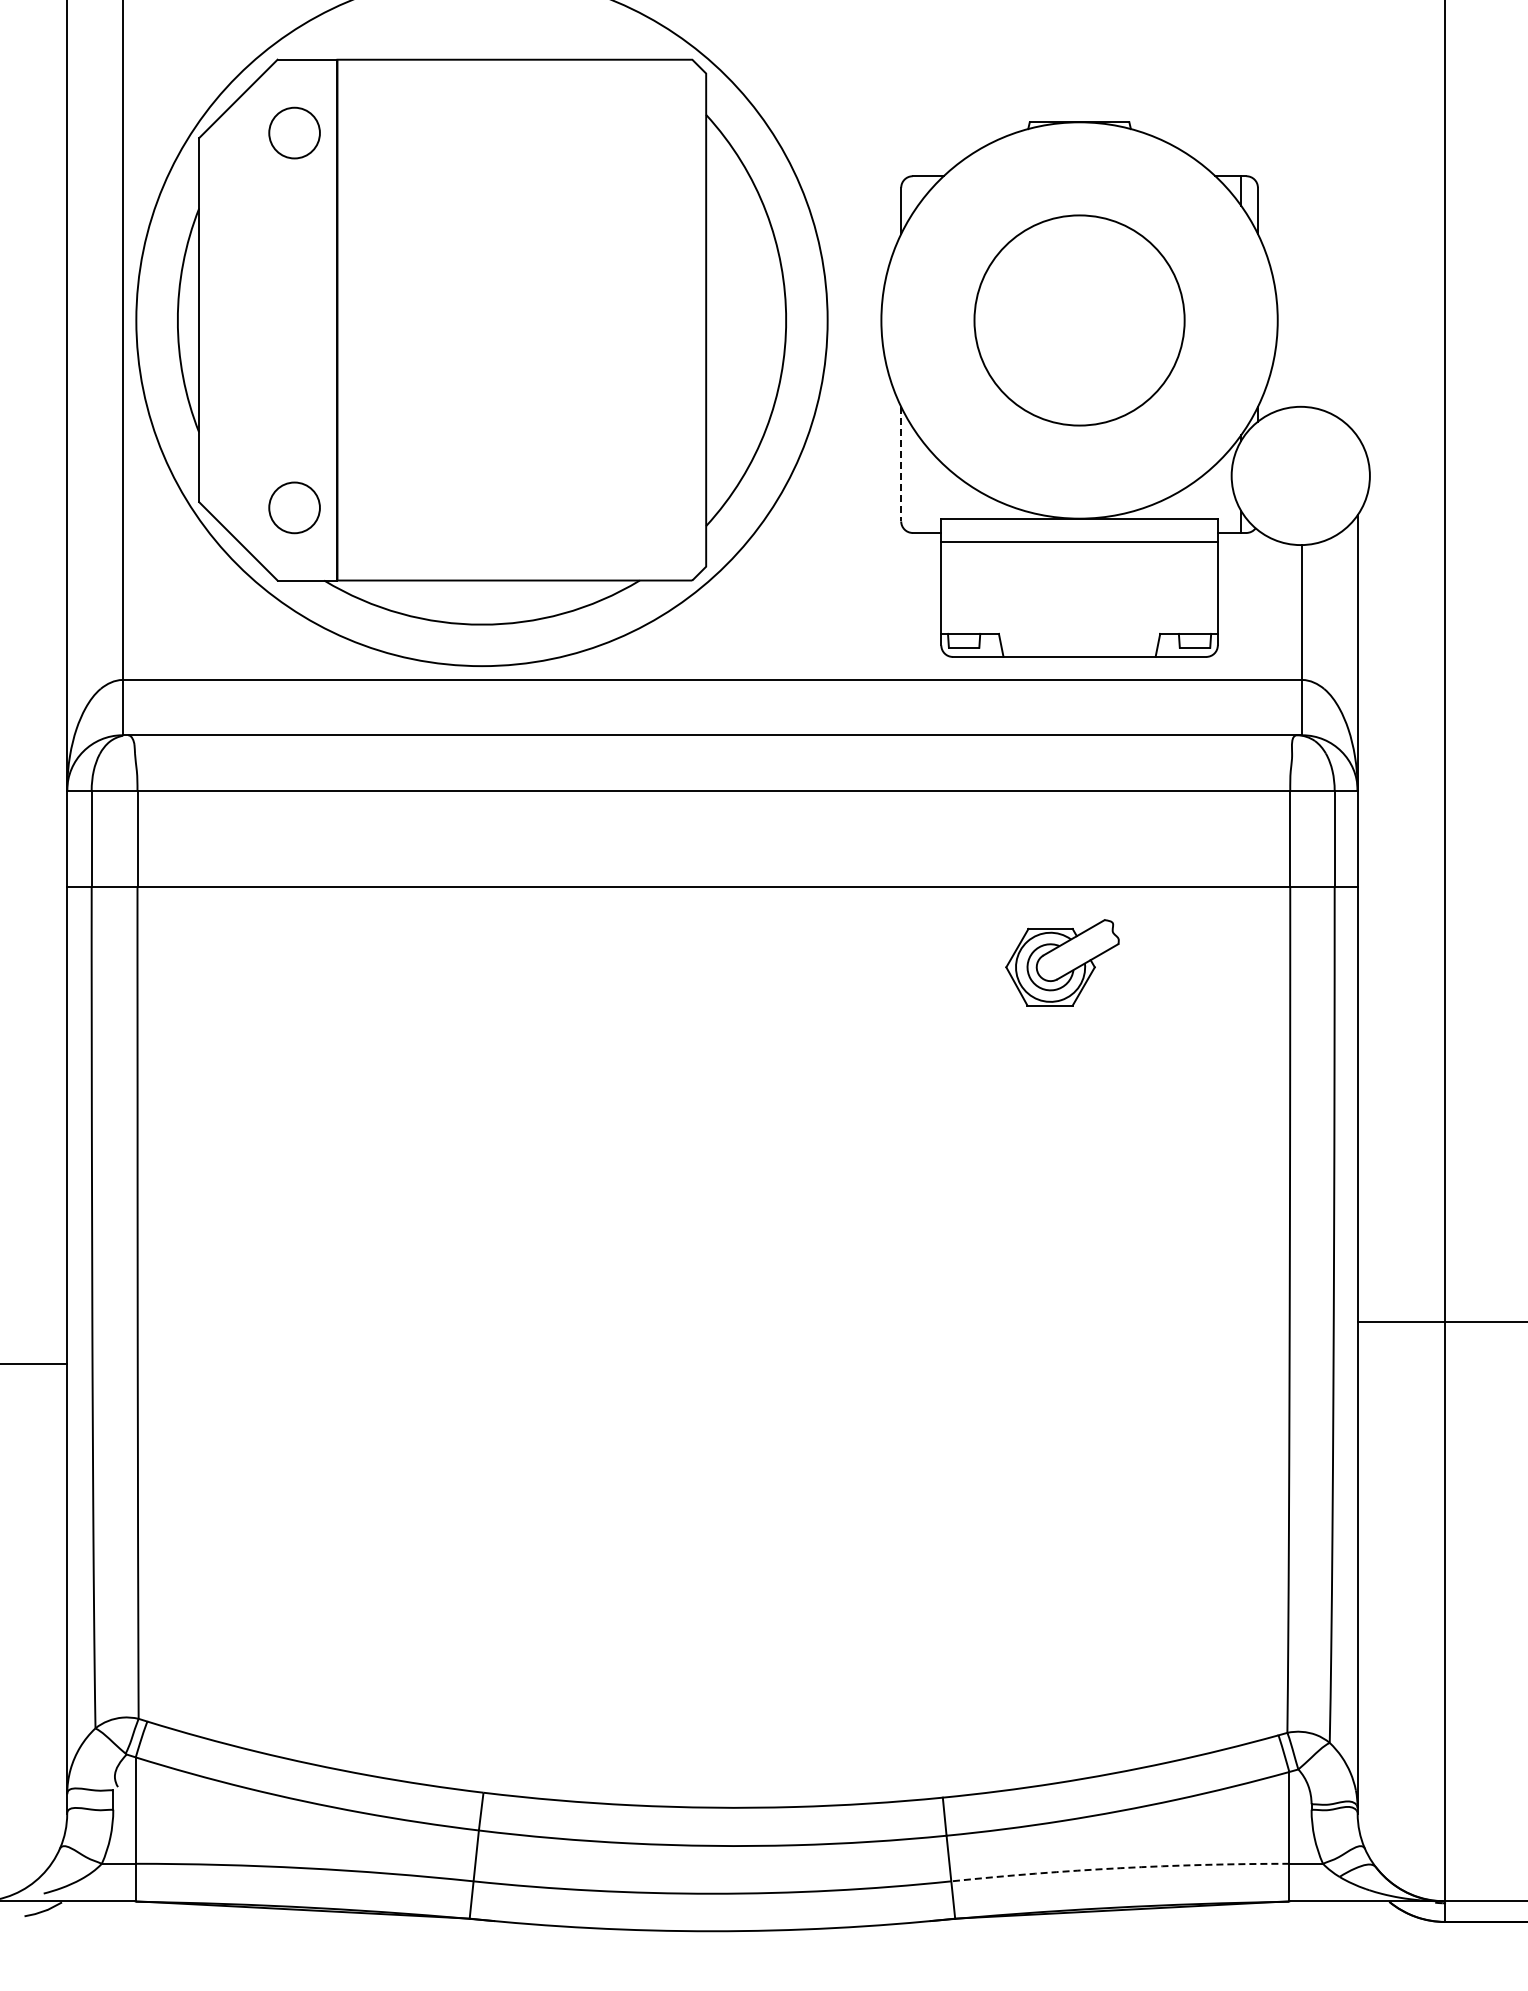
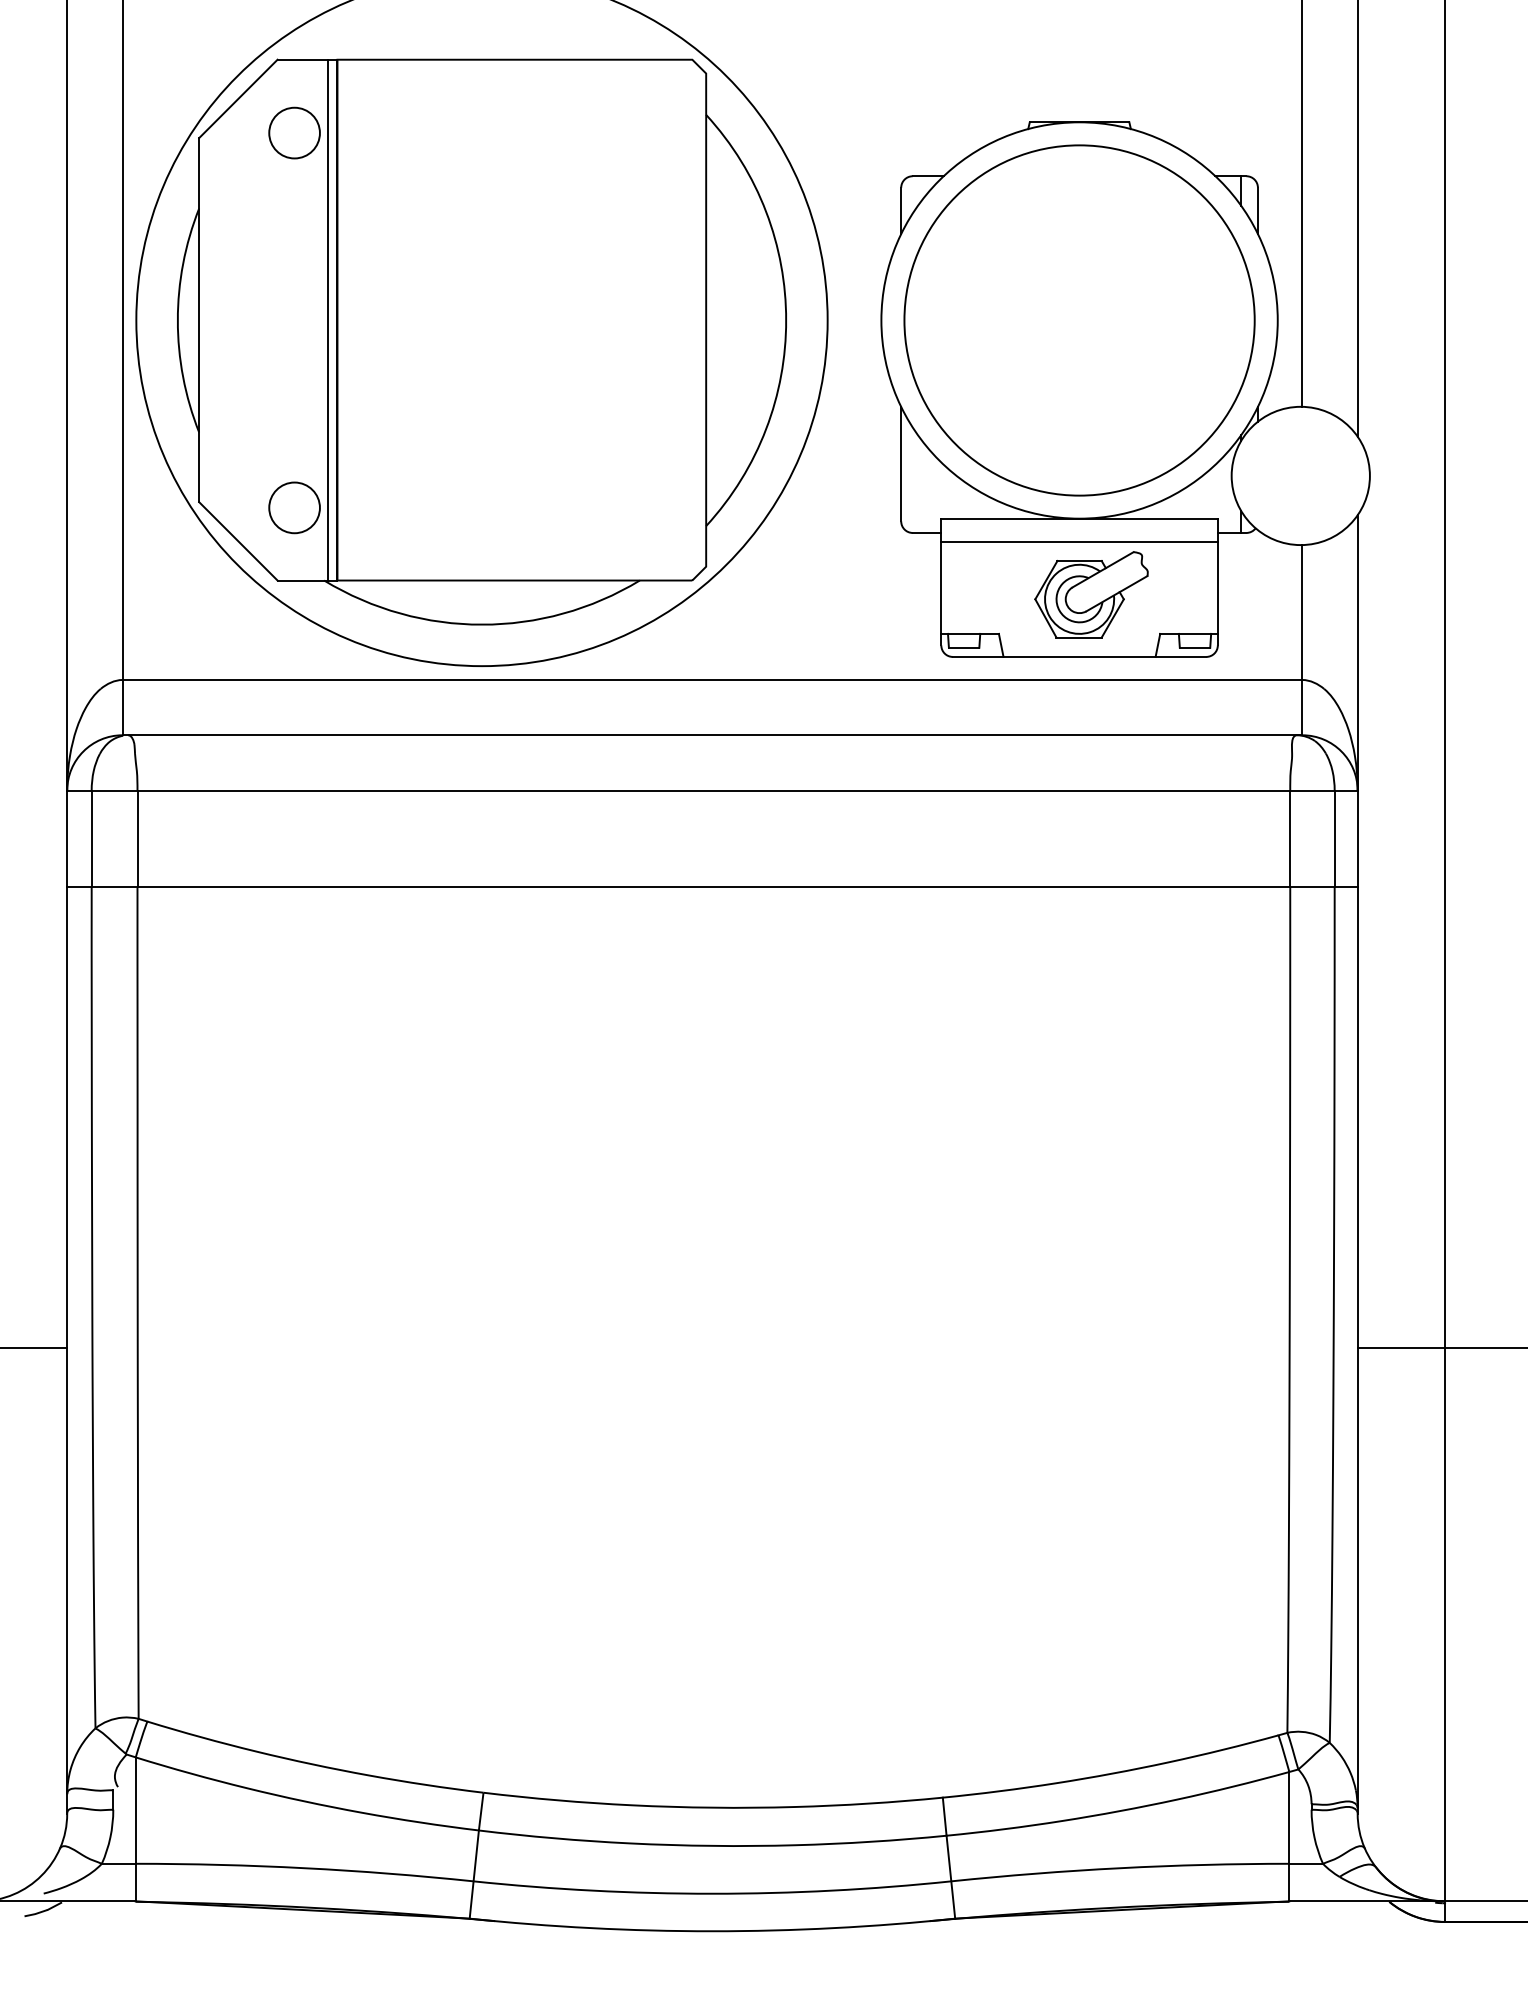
line at (1302, 204): none -> present
line at (1357, 219): none -> present
line at (328, 319): none -> present
circle at (1079, 320) diameter: 210 px -> 350 px
line at (901, 464): dashed -> solid
part at (1062, 962) position: (1062, 962) -> (1091, 594)
line at (1440, 1322) position: (1440, 1322) -> (1440, 1348)
line at (34, 1364) position: (34, 1364) -> (34, 1348)
arc at (1120, 1868): dashed -> solid
